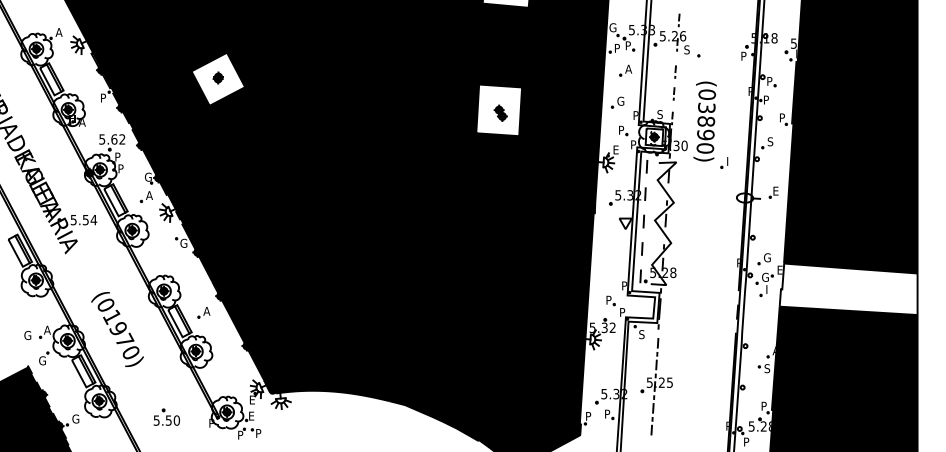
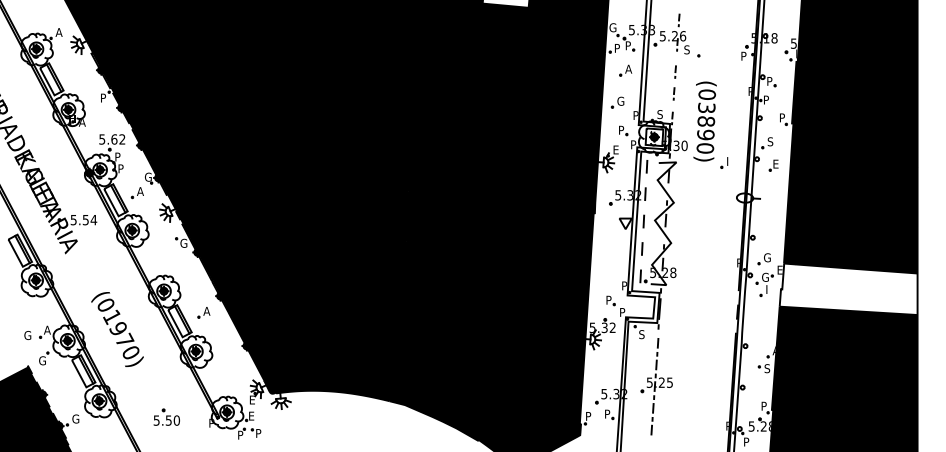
fill at (218, 78): none -> present
fill at (499, 110): none -> present
part at (773, 192) position: (773, 192) -> (773, 165)
part at (145, 197) position: (145, 197) -> (136, 193)
